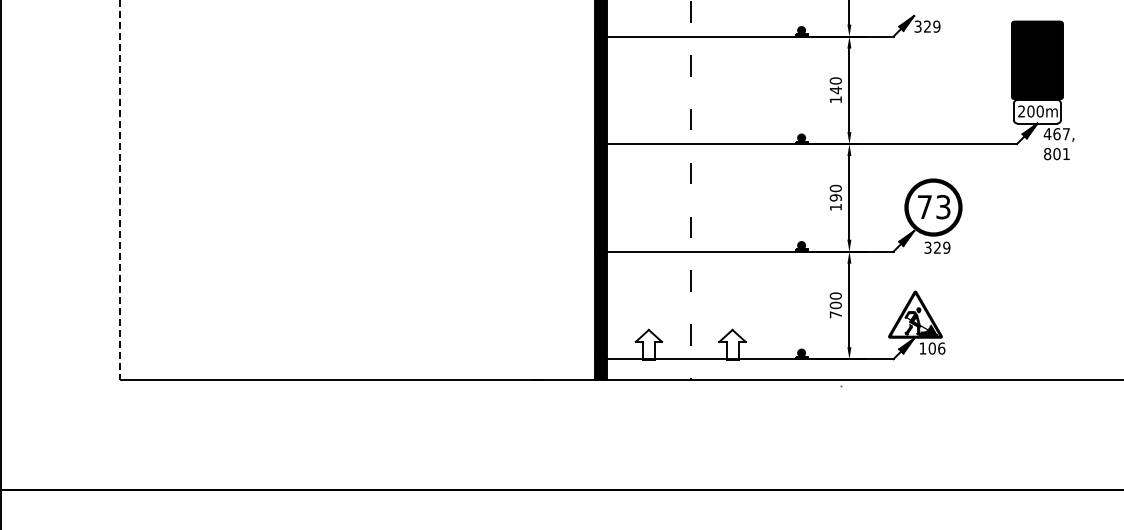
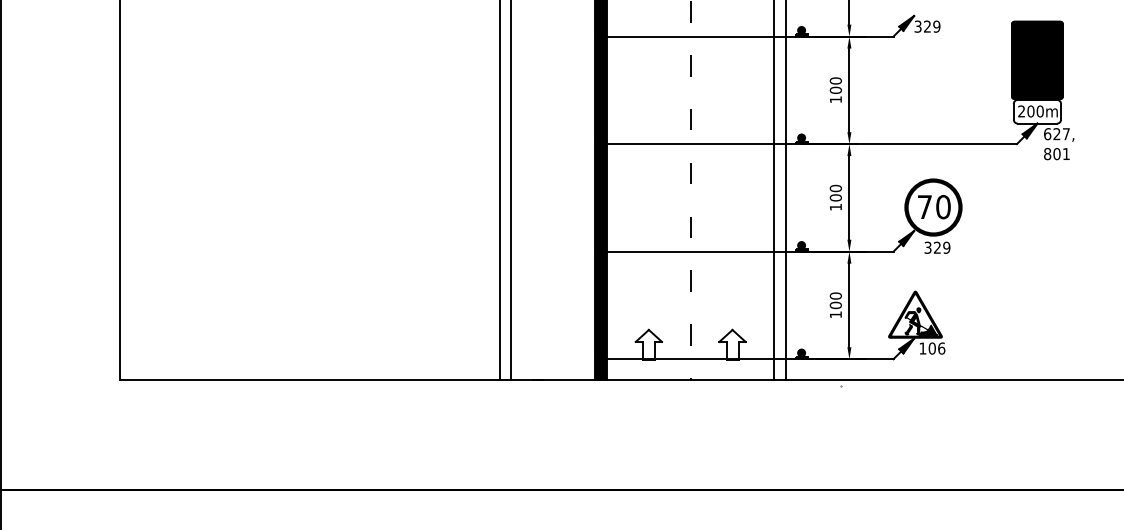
text at (835, 90): 140 -> 100
text at (1051, 134): 467, -> 627,
line at (120, 190): dashed -> solid
line at (499, 191): none -> present
line at (511, 191): none -> present
line at (774, 191): none -> present
line at (786, 191): none -> present
text at (835, 197): 190 -> 100
text at (943, 207): 73 -> 70
text at (835, 314): 700 -> 100
